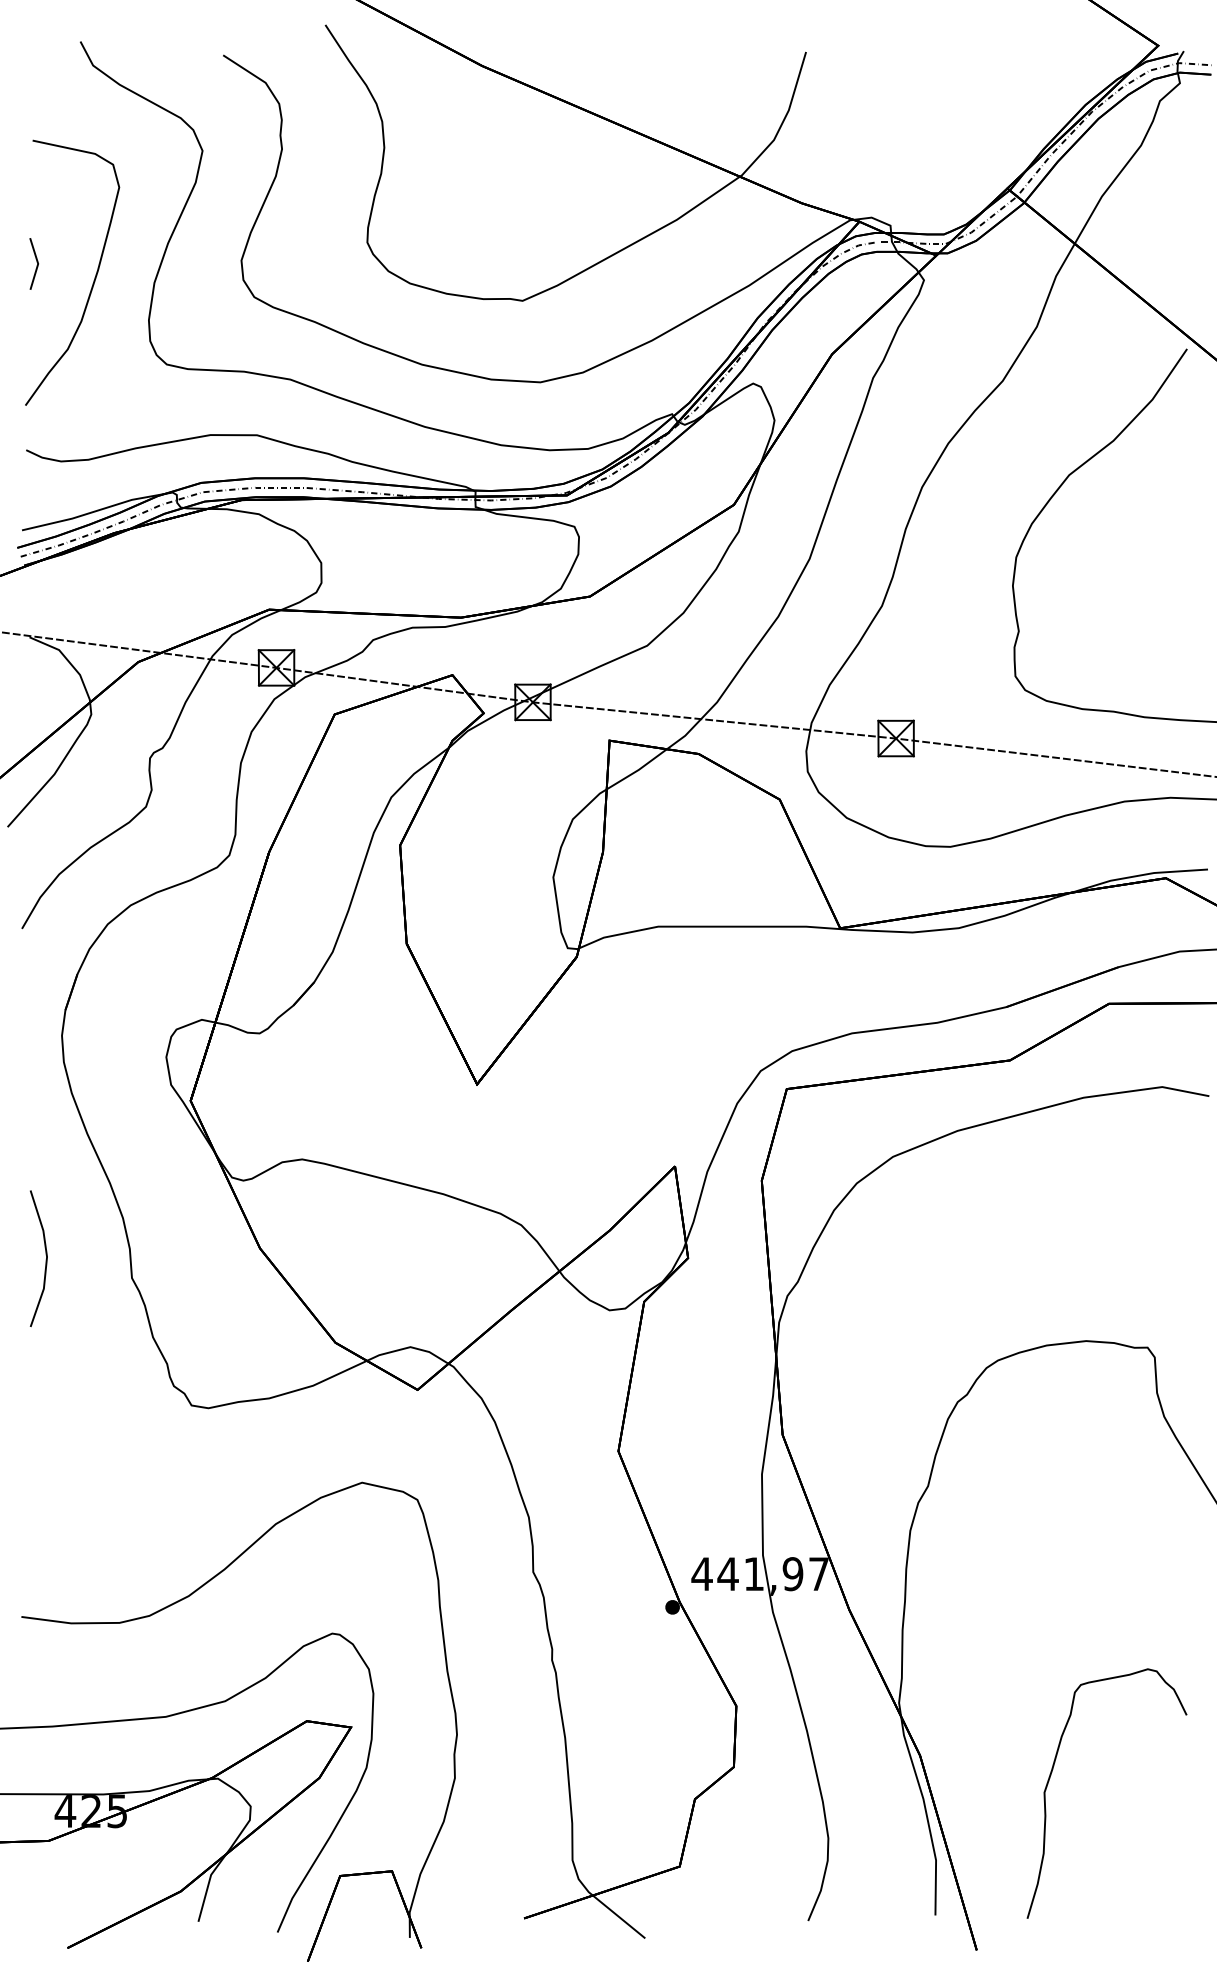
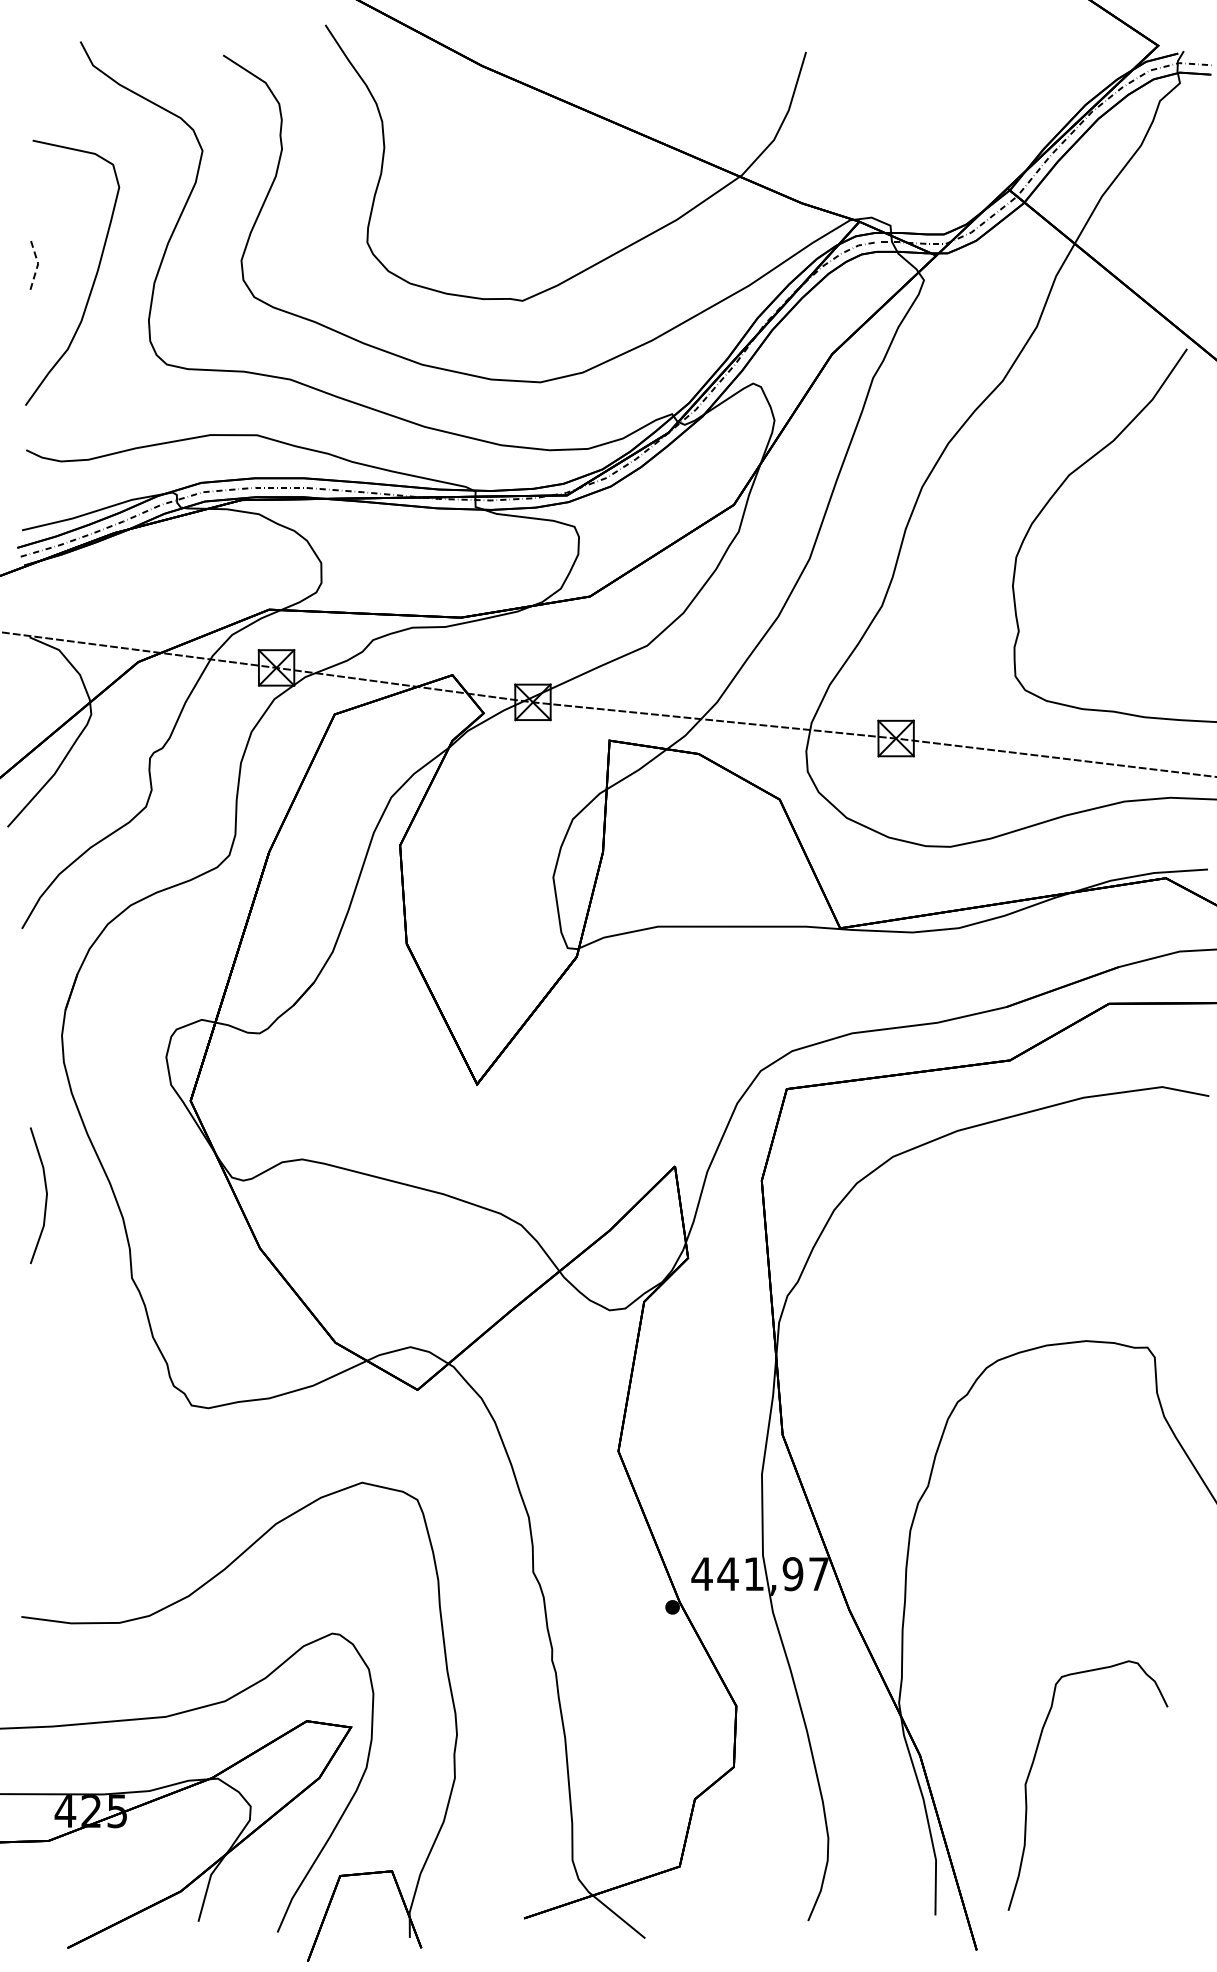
line at (38, 263): solid -> dashed
line at (45, 1259) position: (45, 1259) -> (45, 1196)
curve at (1051, 1775) position: (1051, 1775) -> (1032, 1767)
